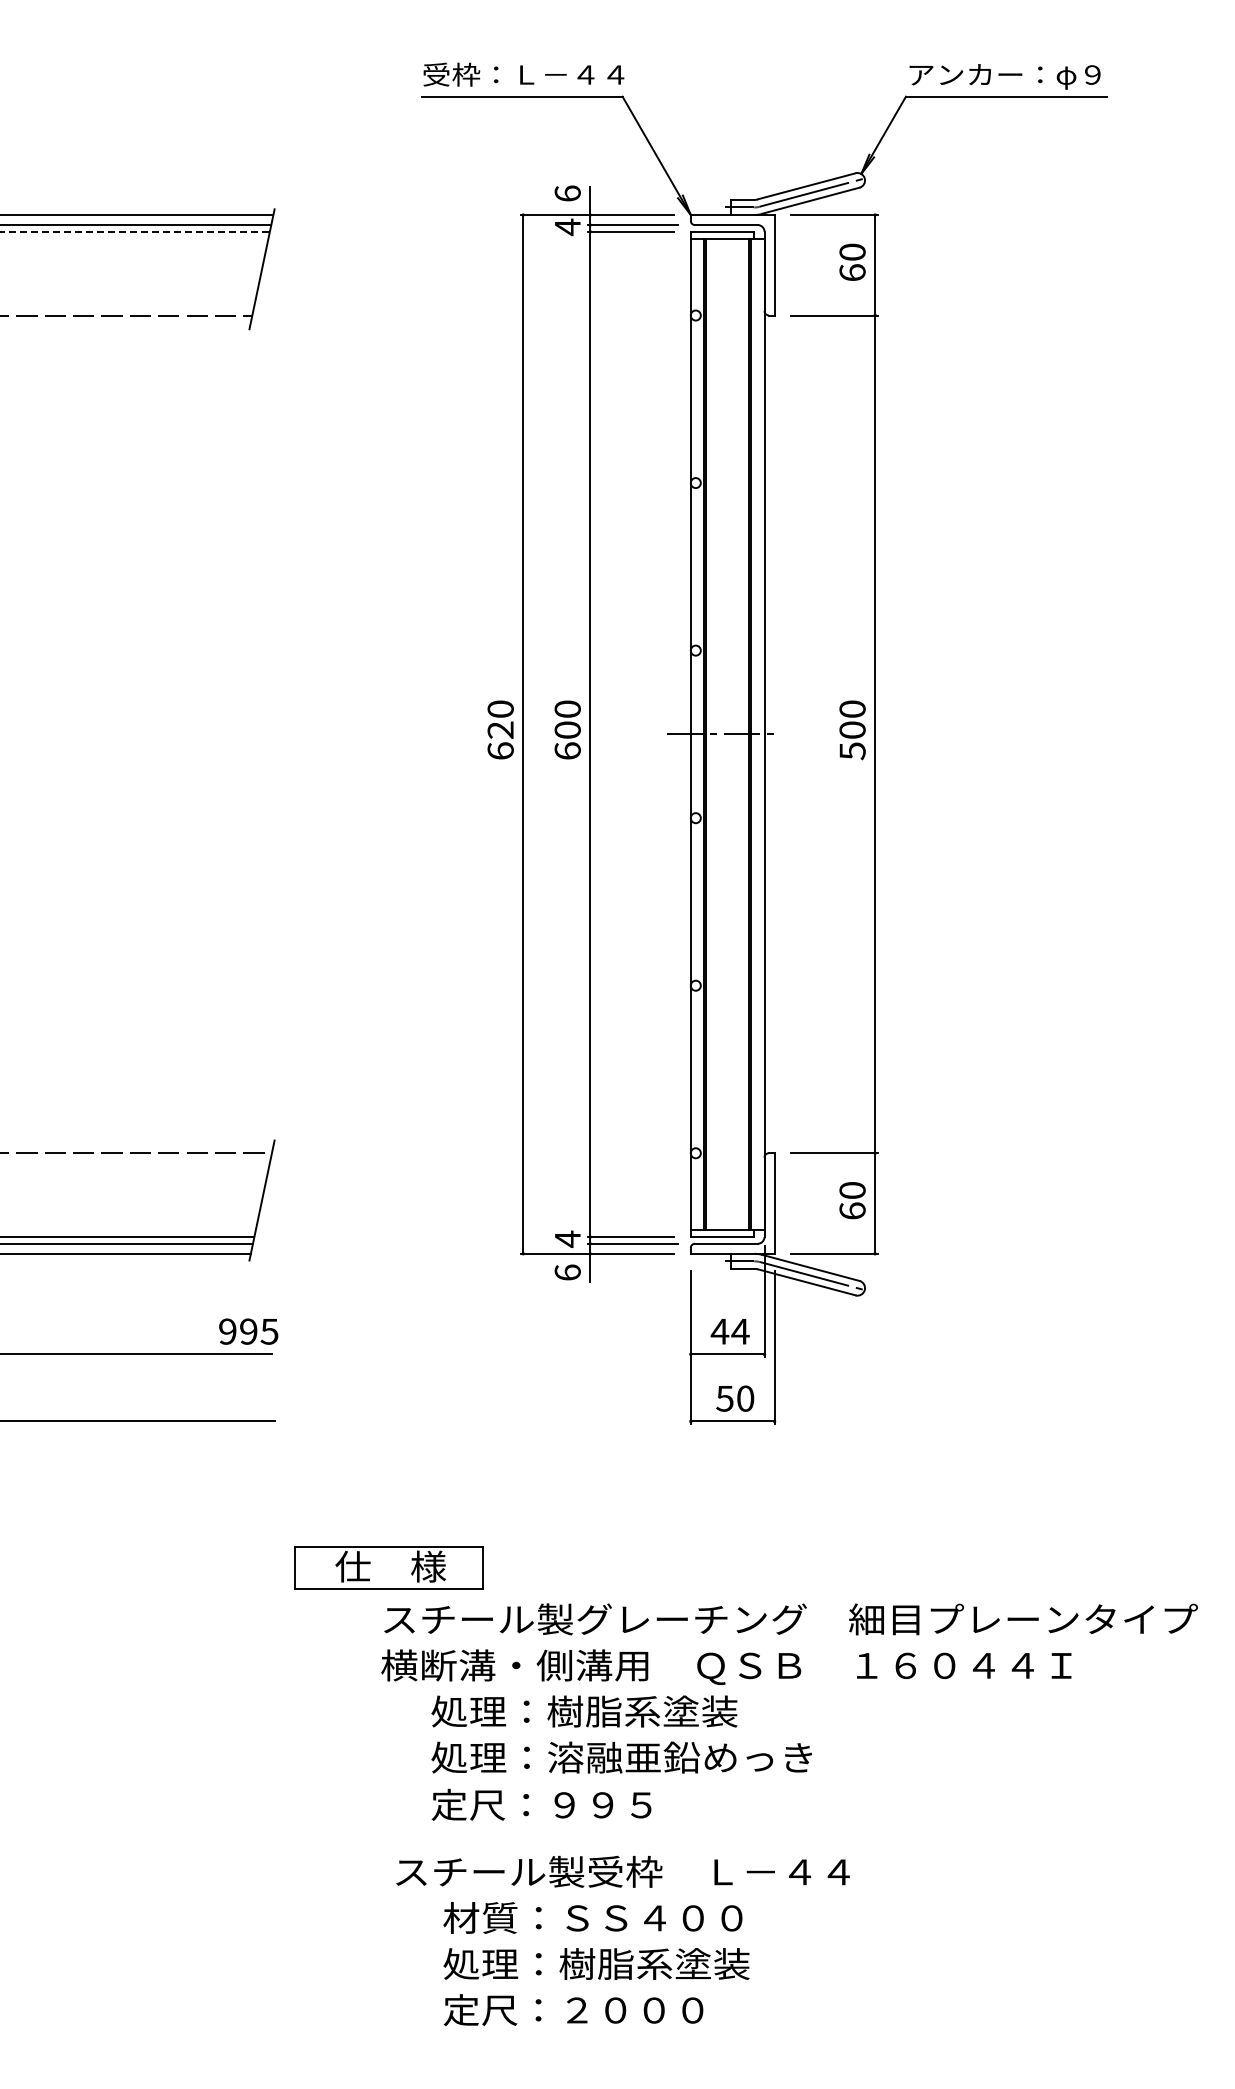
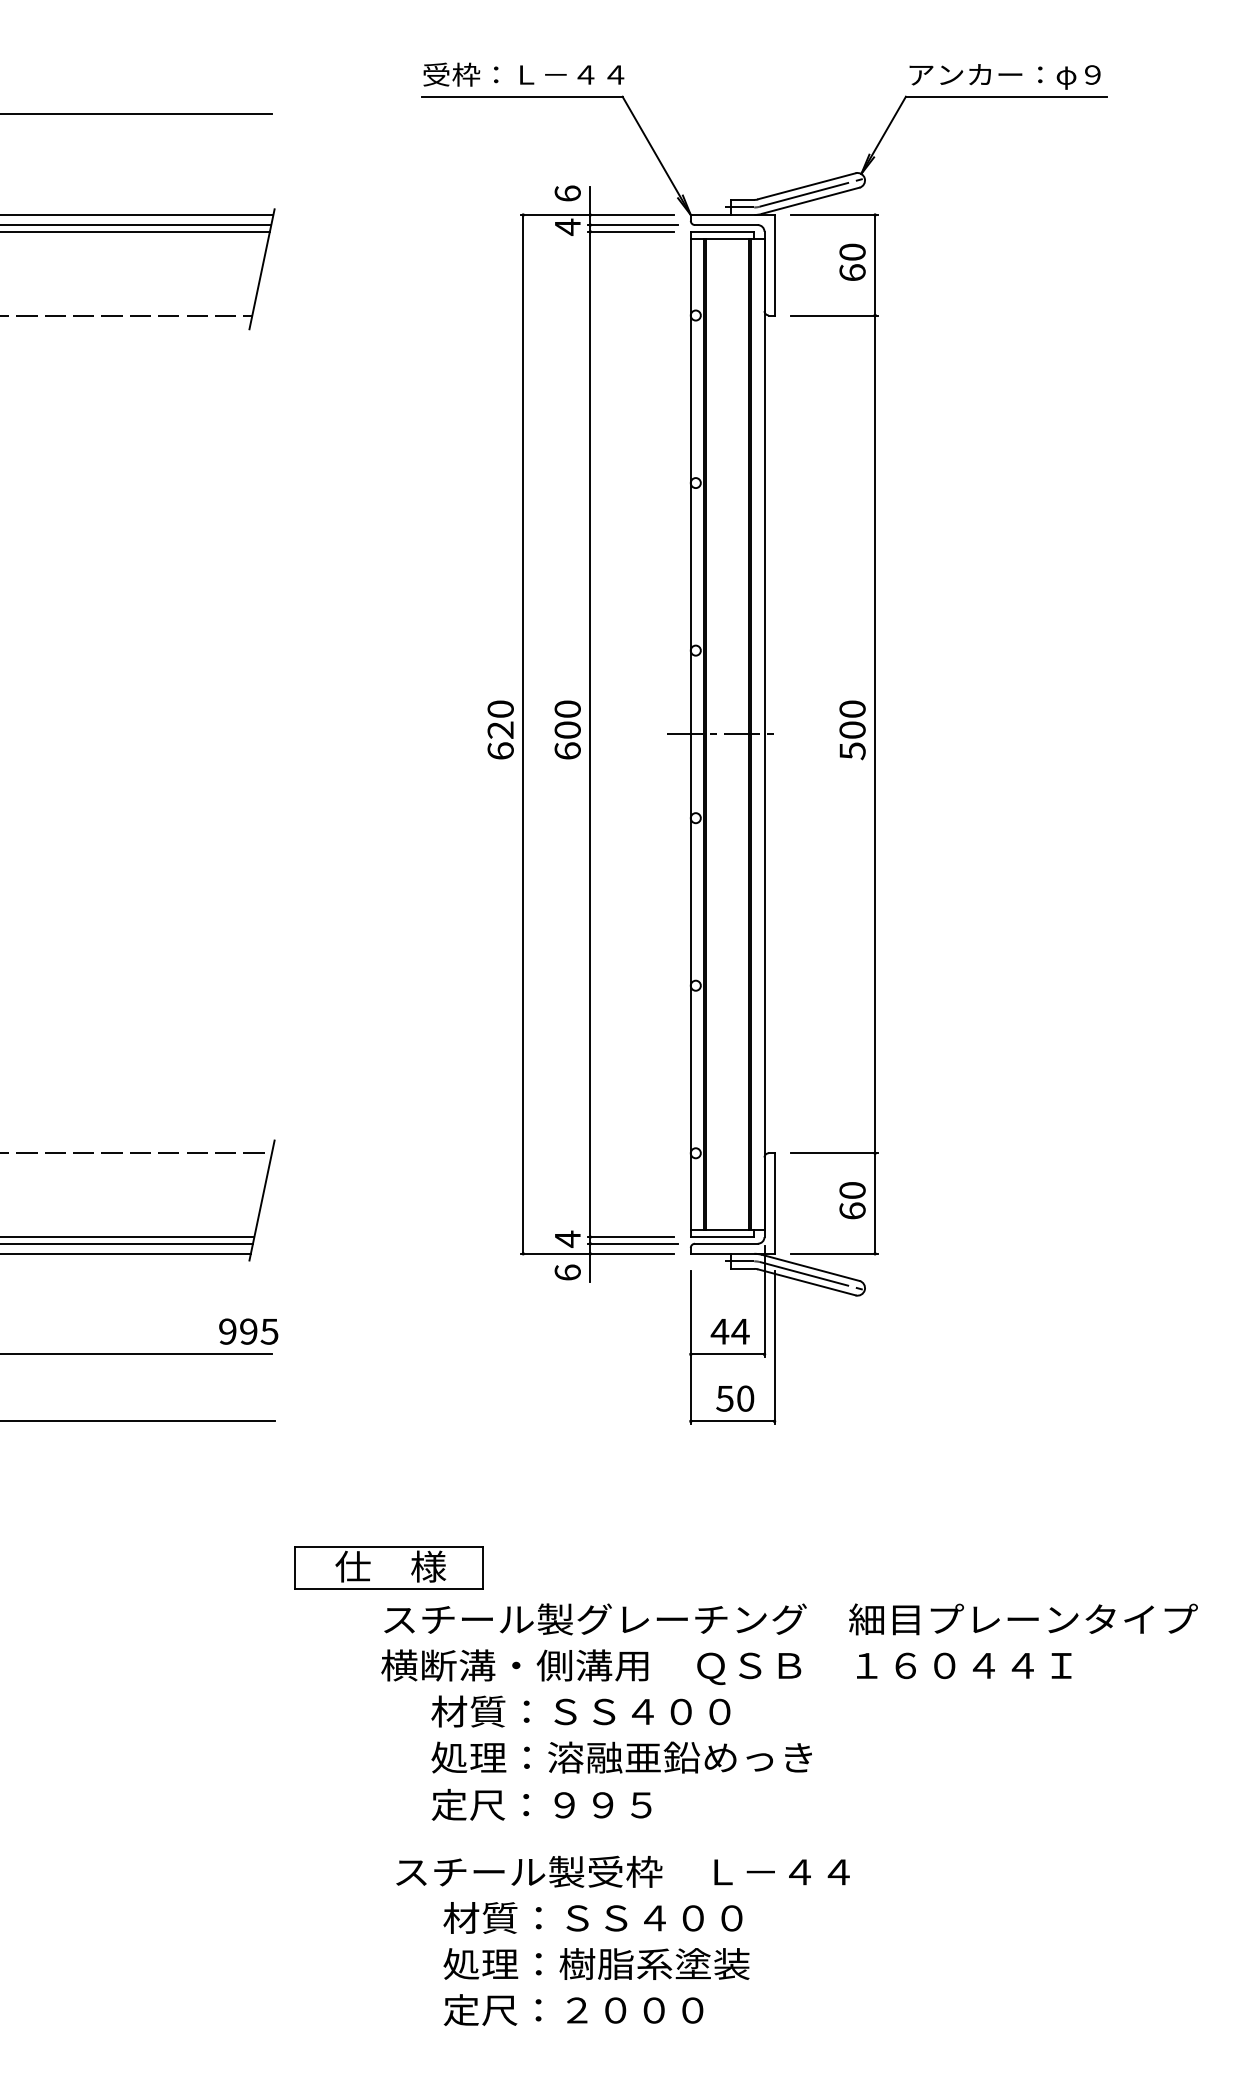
line at (136, 114): none -> present
line at (135, 231): dashed -> solid
text at (584, 1711): 処理：樹脂系塗装 -> 材質：ＳＳ４００
